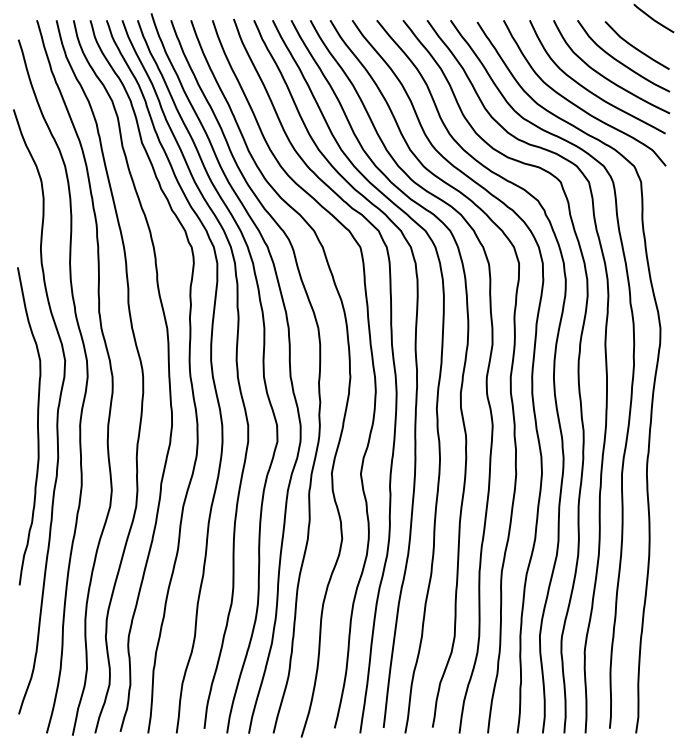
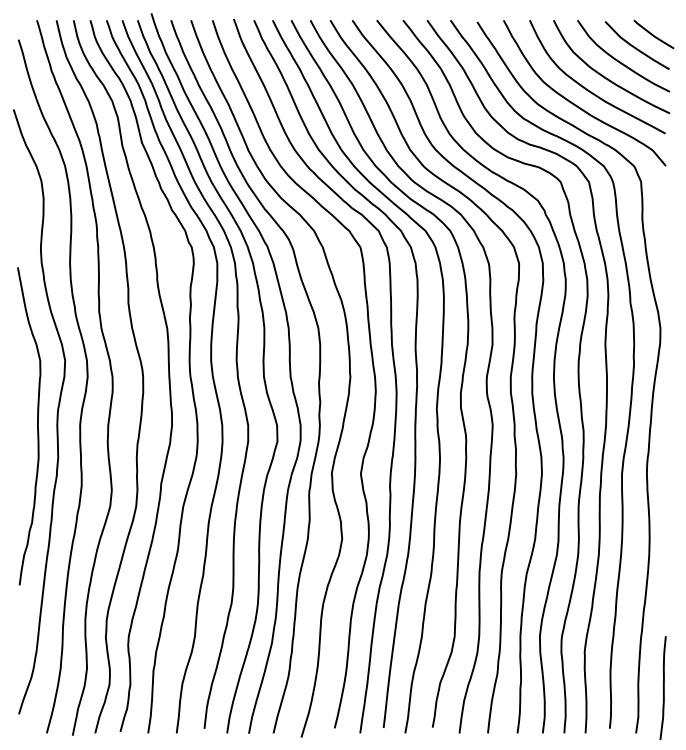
line at (653, 18) position: (653, 18) -> (653, 34)
curve at (662, 687): none -> present
